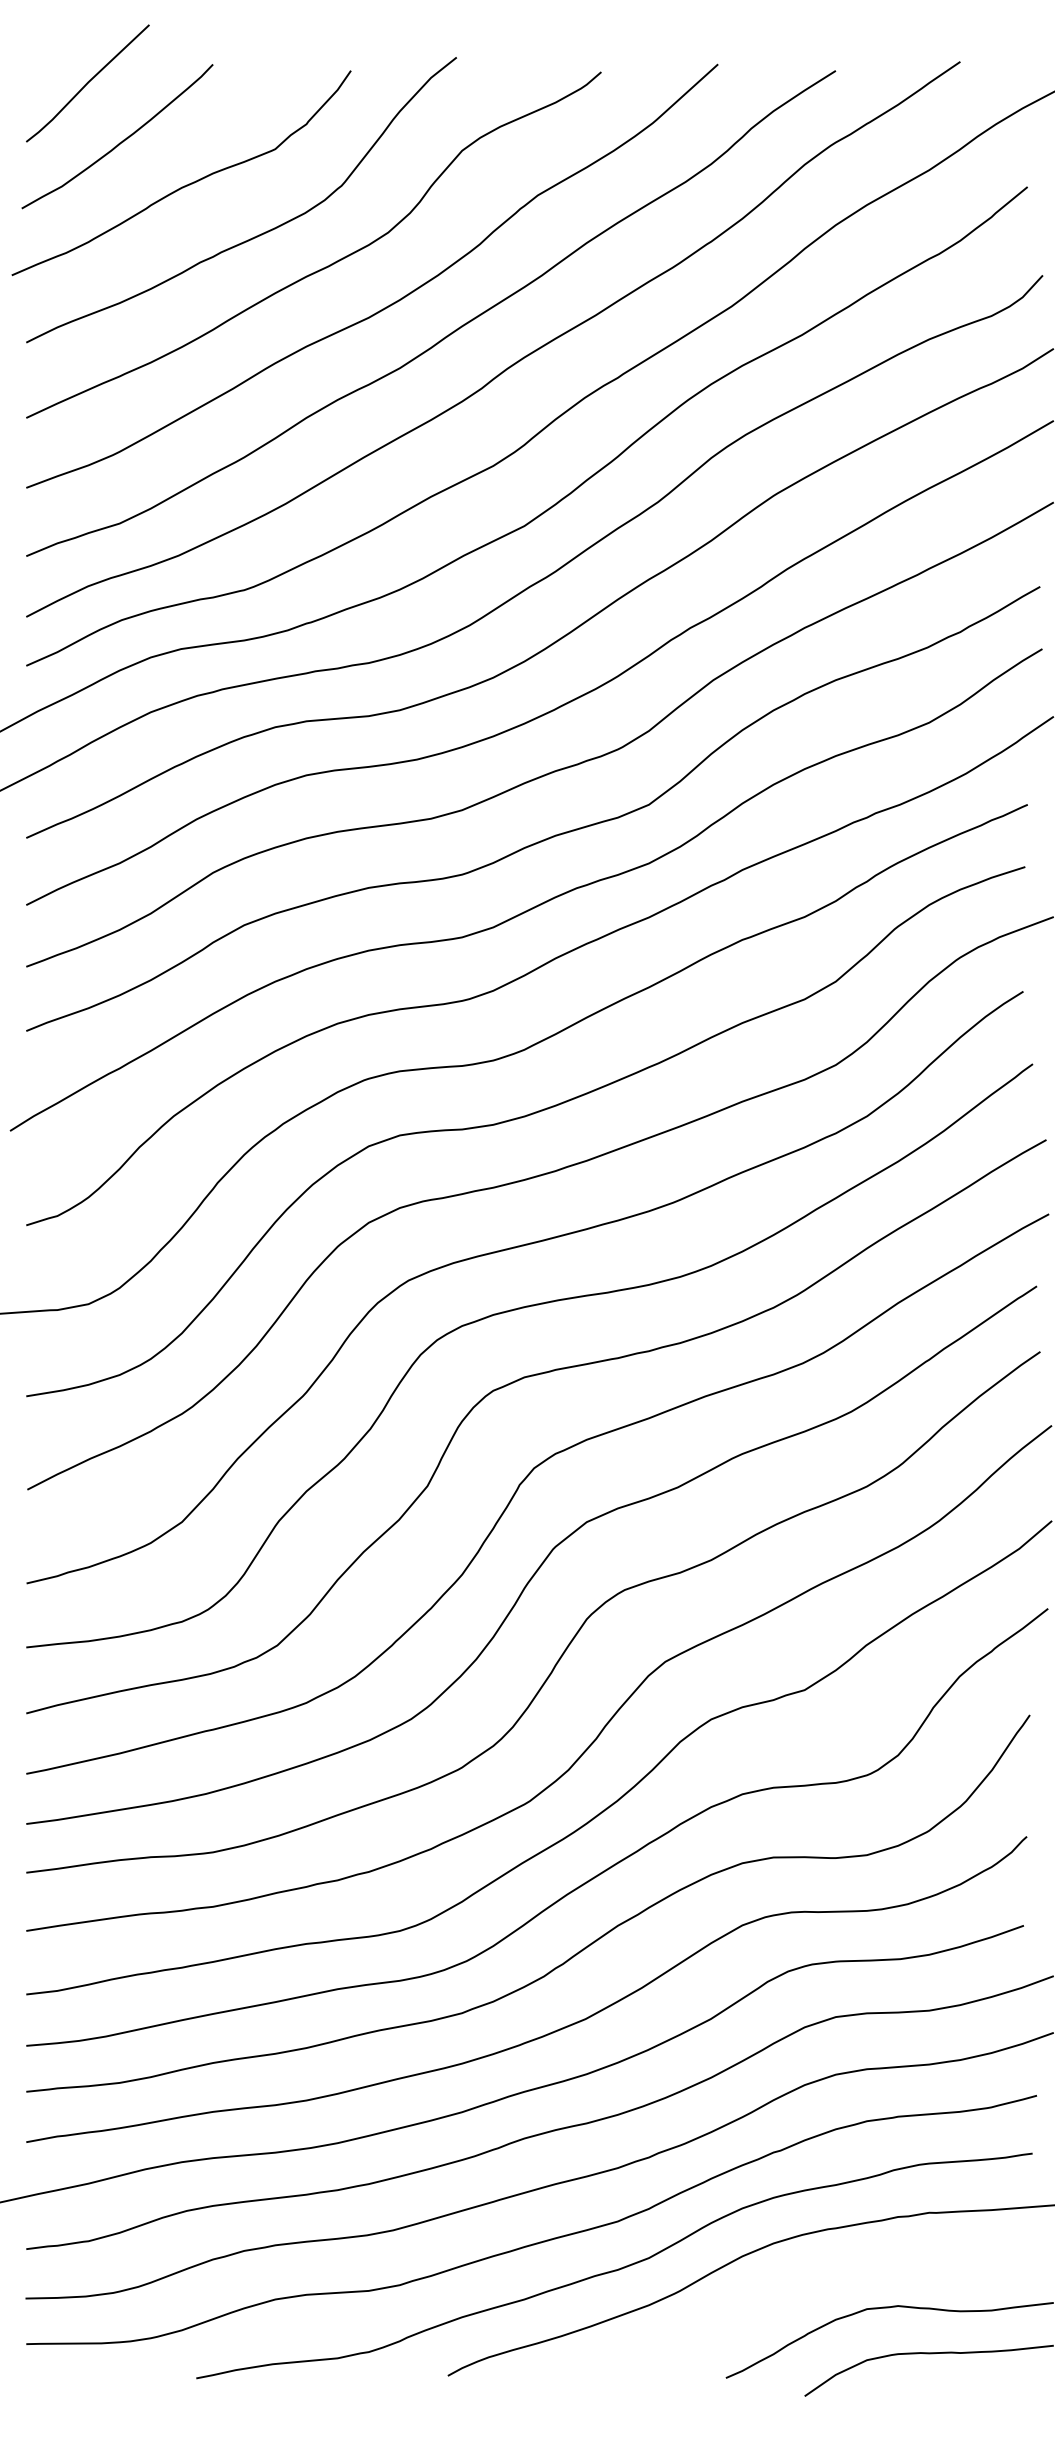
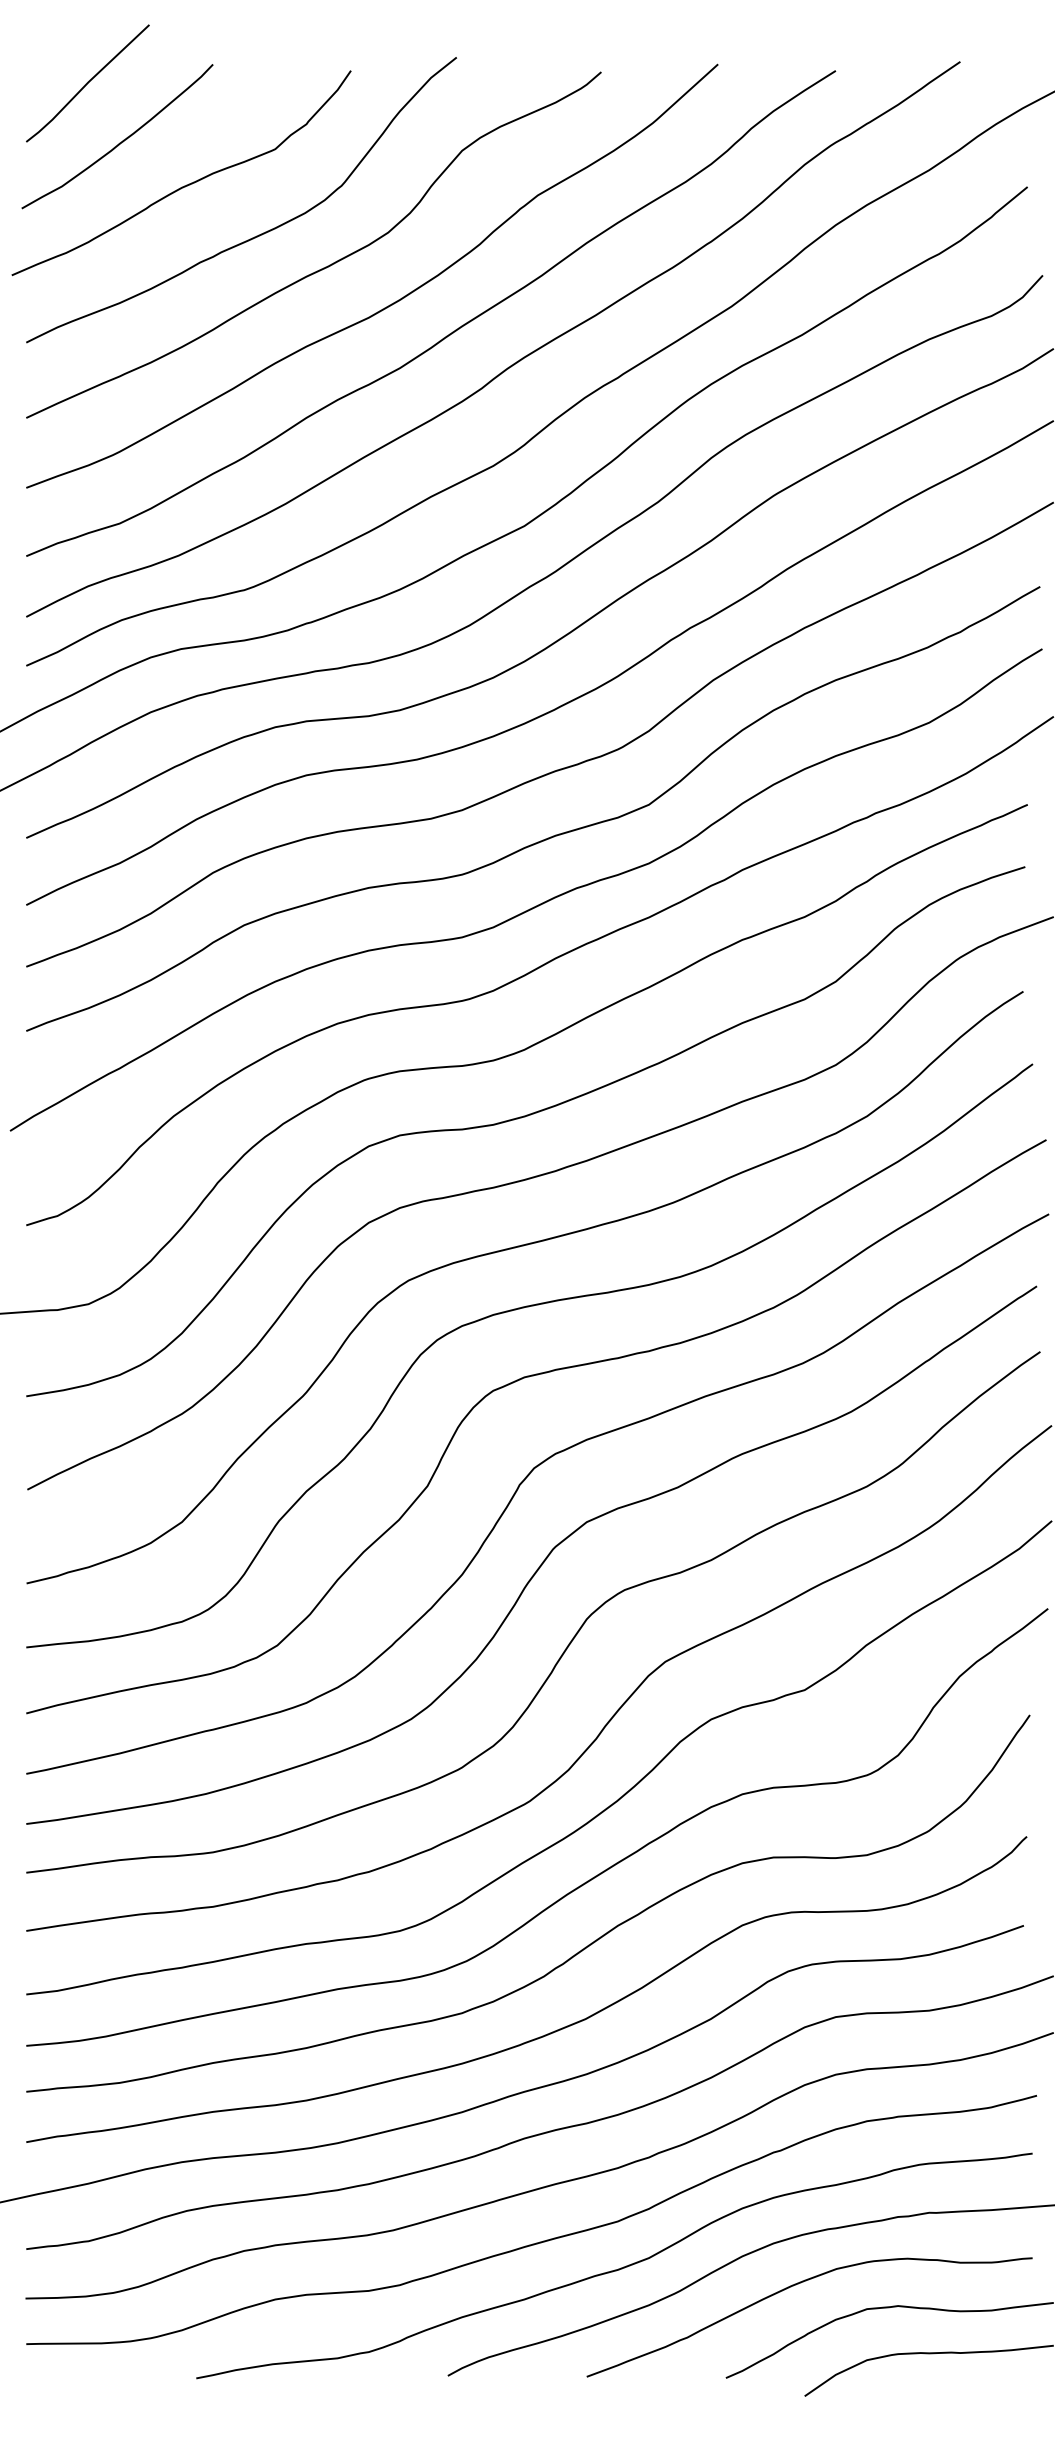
curve at (796, 2285): none -> present
